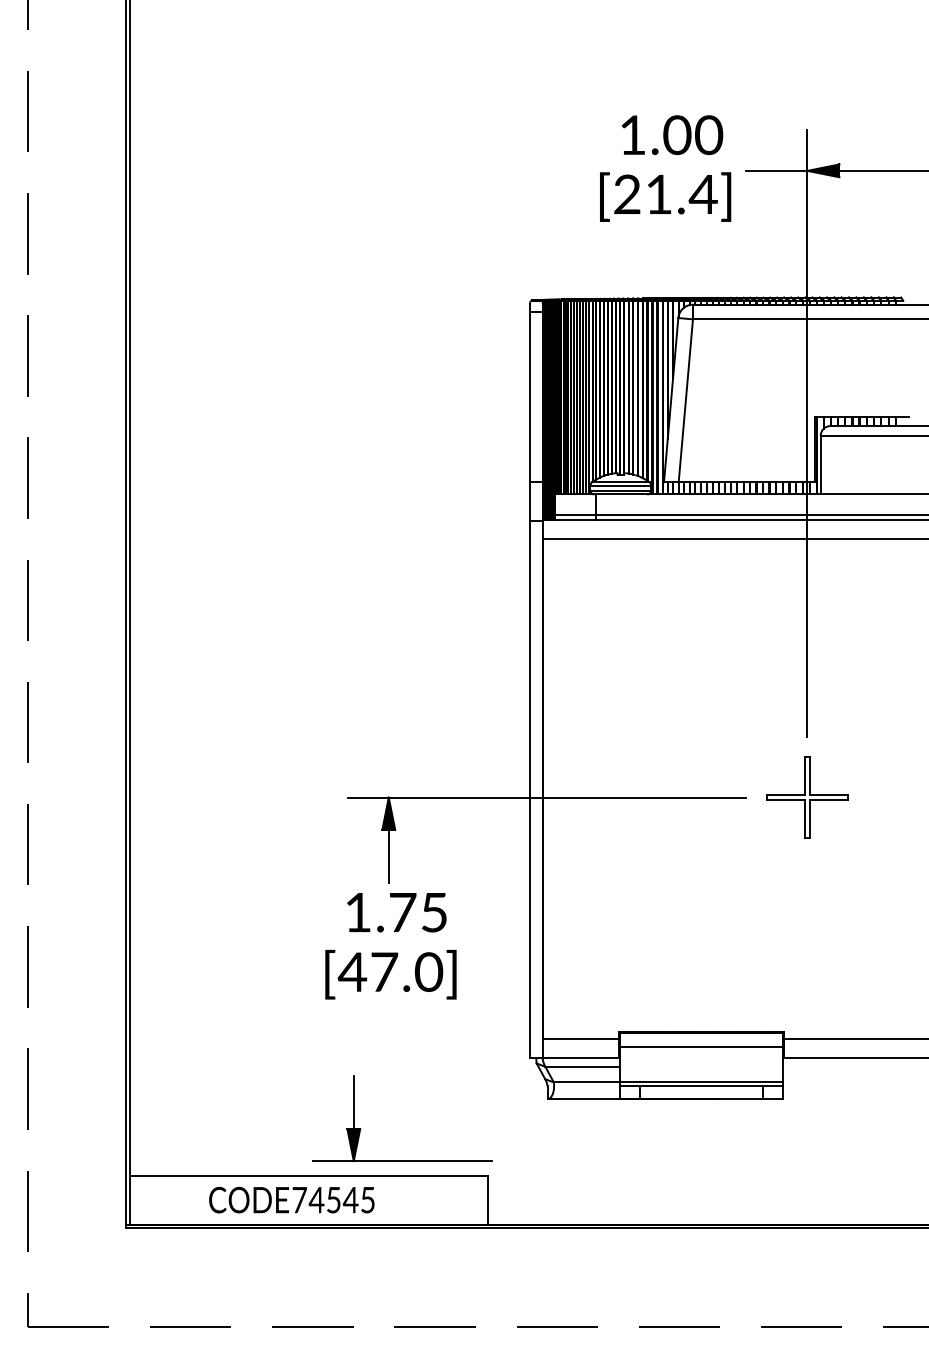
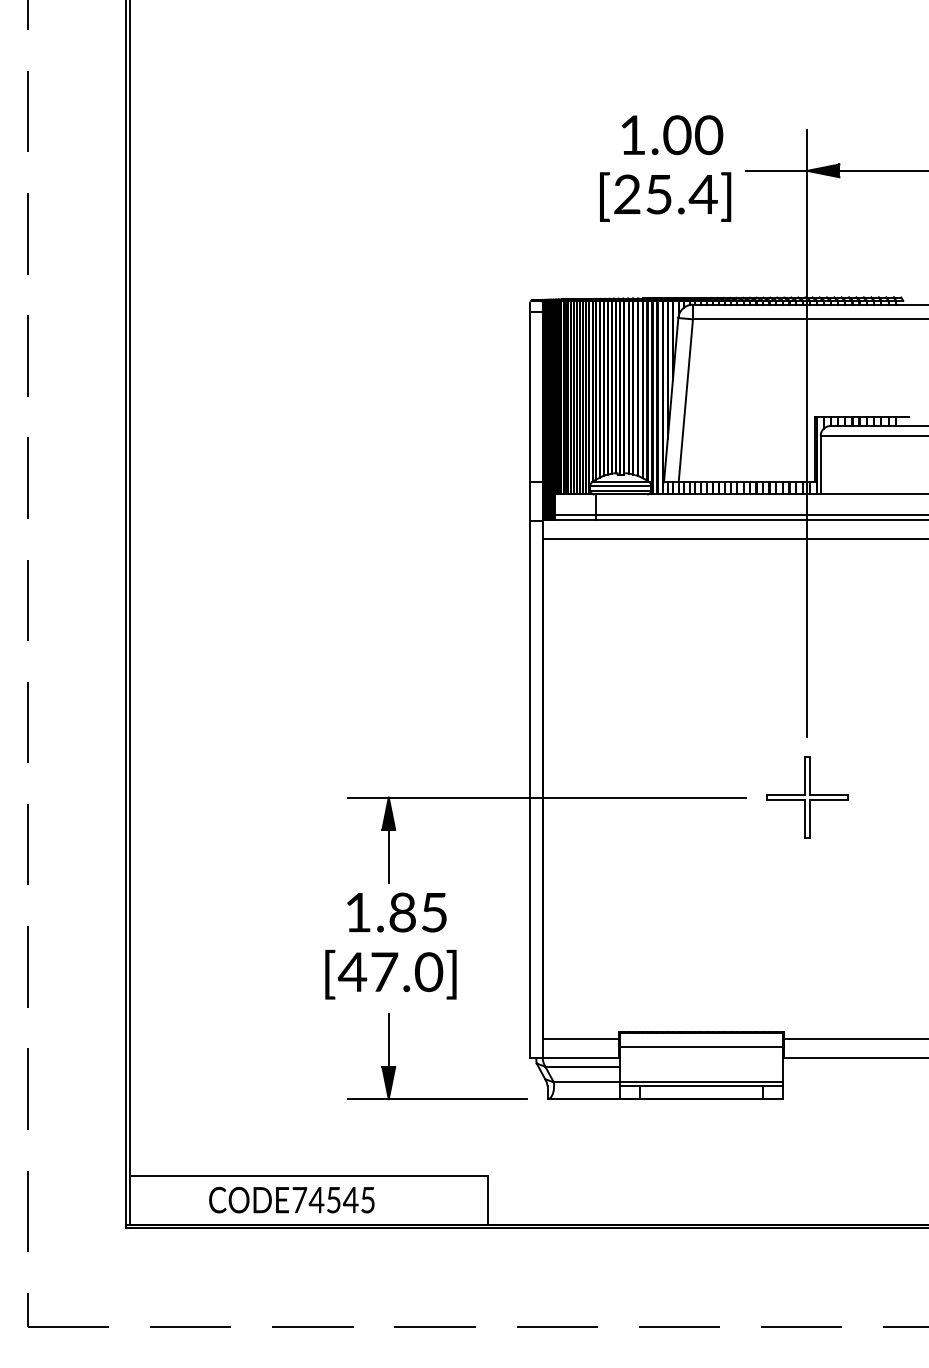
text at (658, 194): [21.4] -> [25.4]
text at (402, 912): 1.75 -> 1.85
part at (402, 1160) position: (402, 1160) -> (437, 1098)
